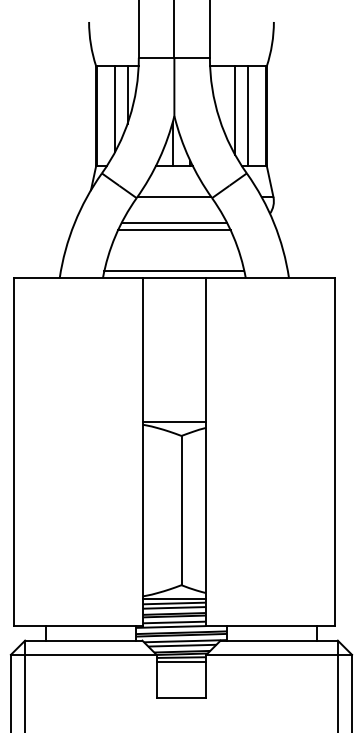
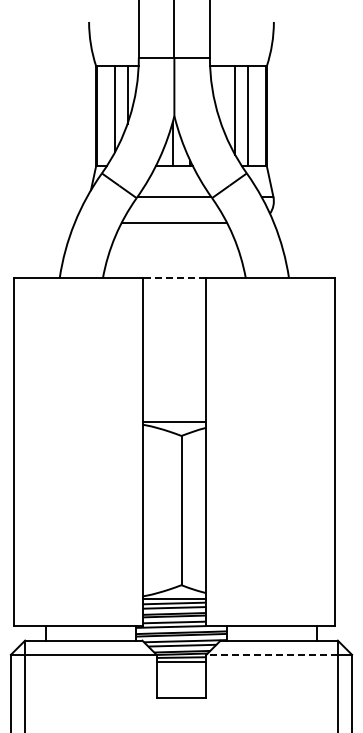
line at (174, 229): present -> none
line at (174, 271): present -> none
line at (173, 278): solid -> dashed
line at (272, 654): solid -> dashed
